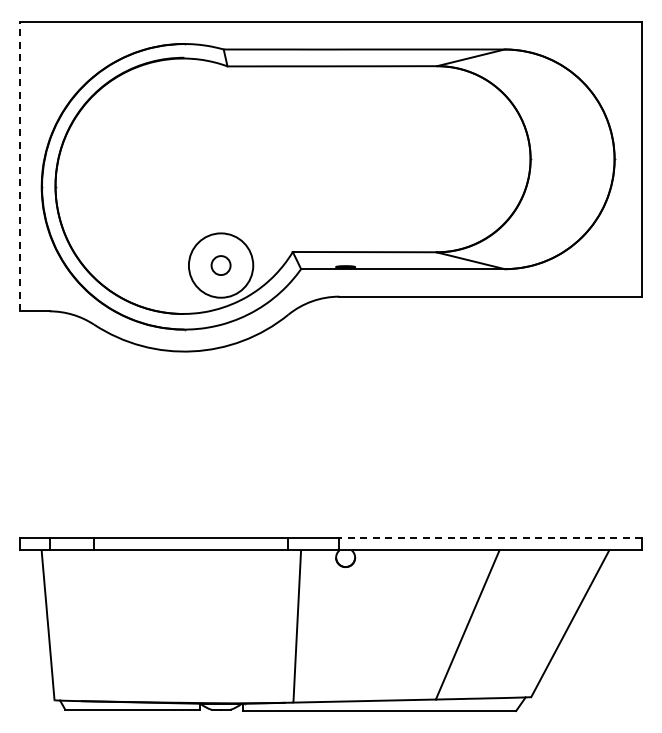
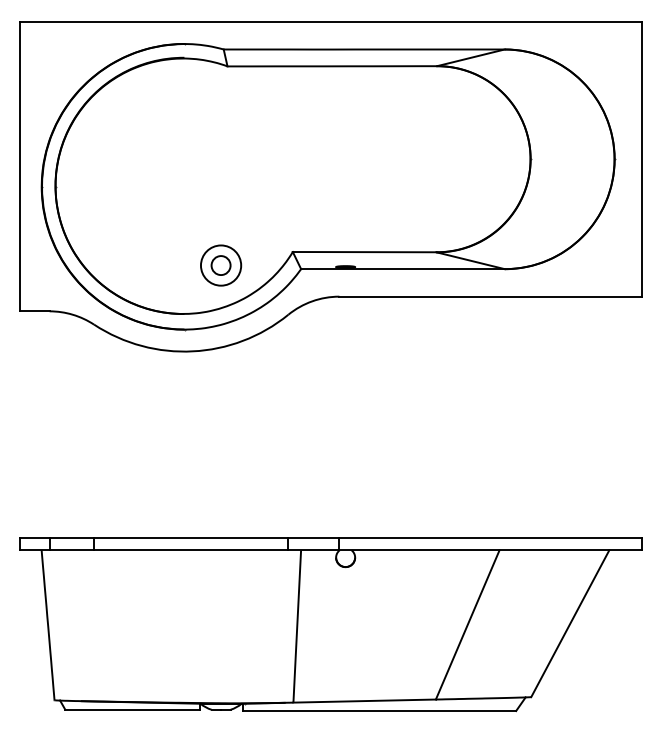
line at (19, 166): dashed -> solid
circle at (220, 265) diameter: 64 px -> 40 px
line at (490, 537): dashed -> solid
